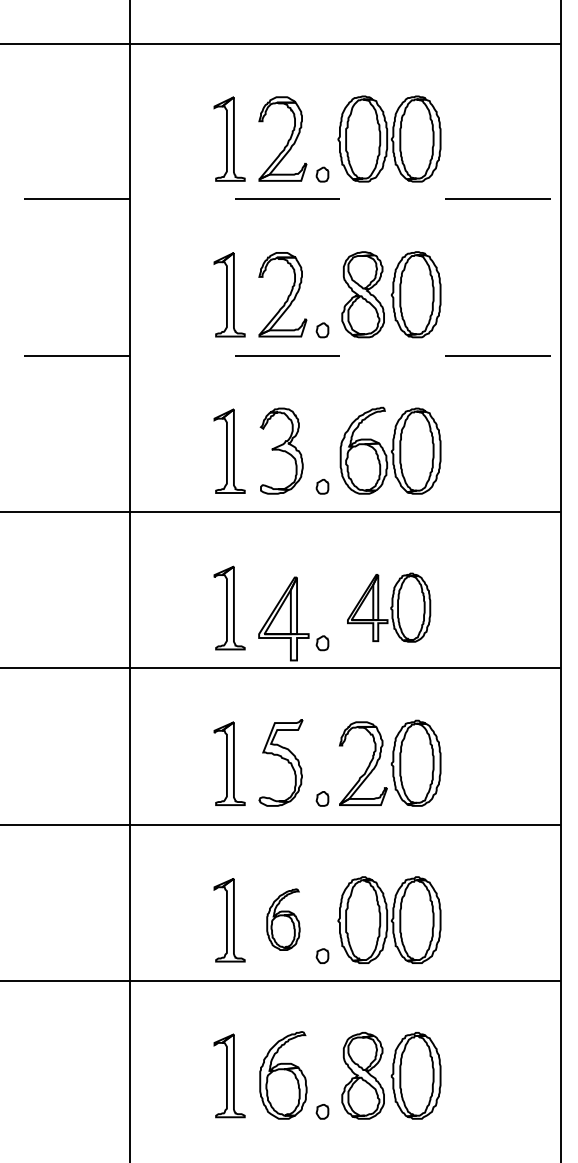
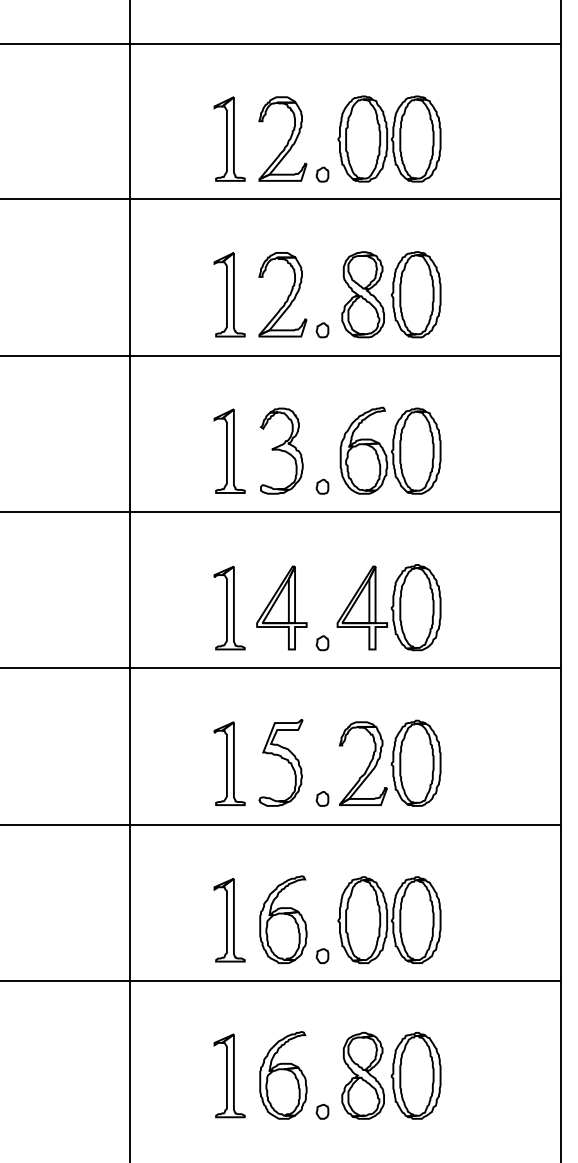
line at (280, 199): dashed -> solid
line at (280, 355): dashed -> solid
part at (389, 607) size: 85x71 px -> 106x88 px
part at (283, 618) position: (283, 618) -> (281, 607)
part at (283, 919) size: 35x63 px -> 49x89 px
